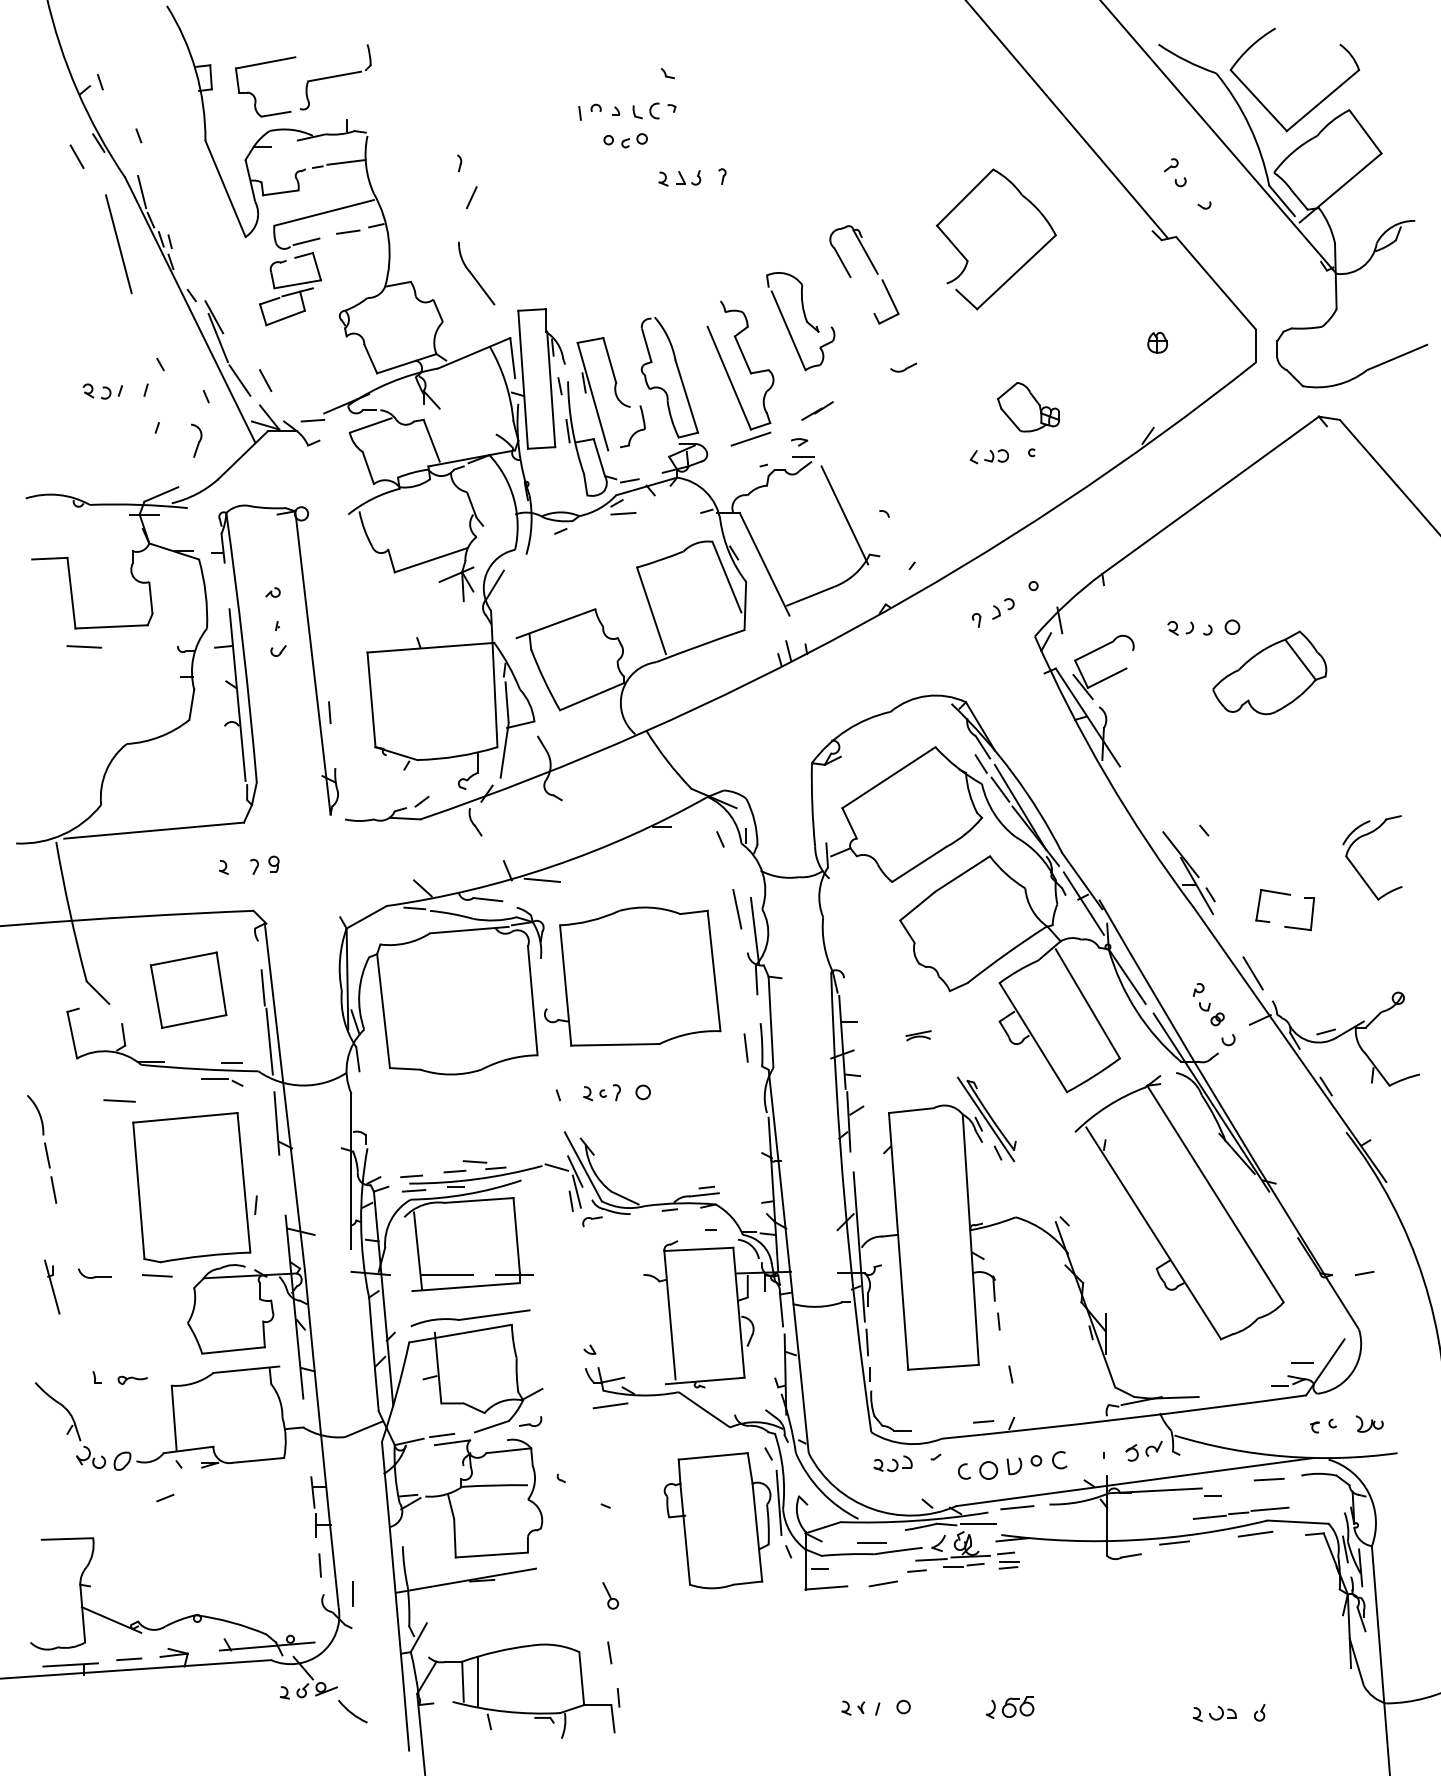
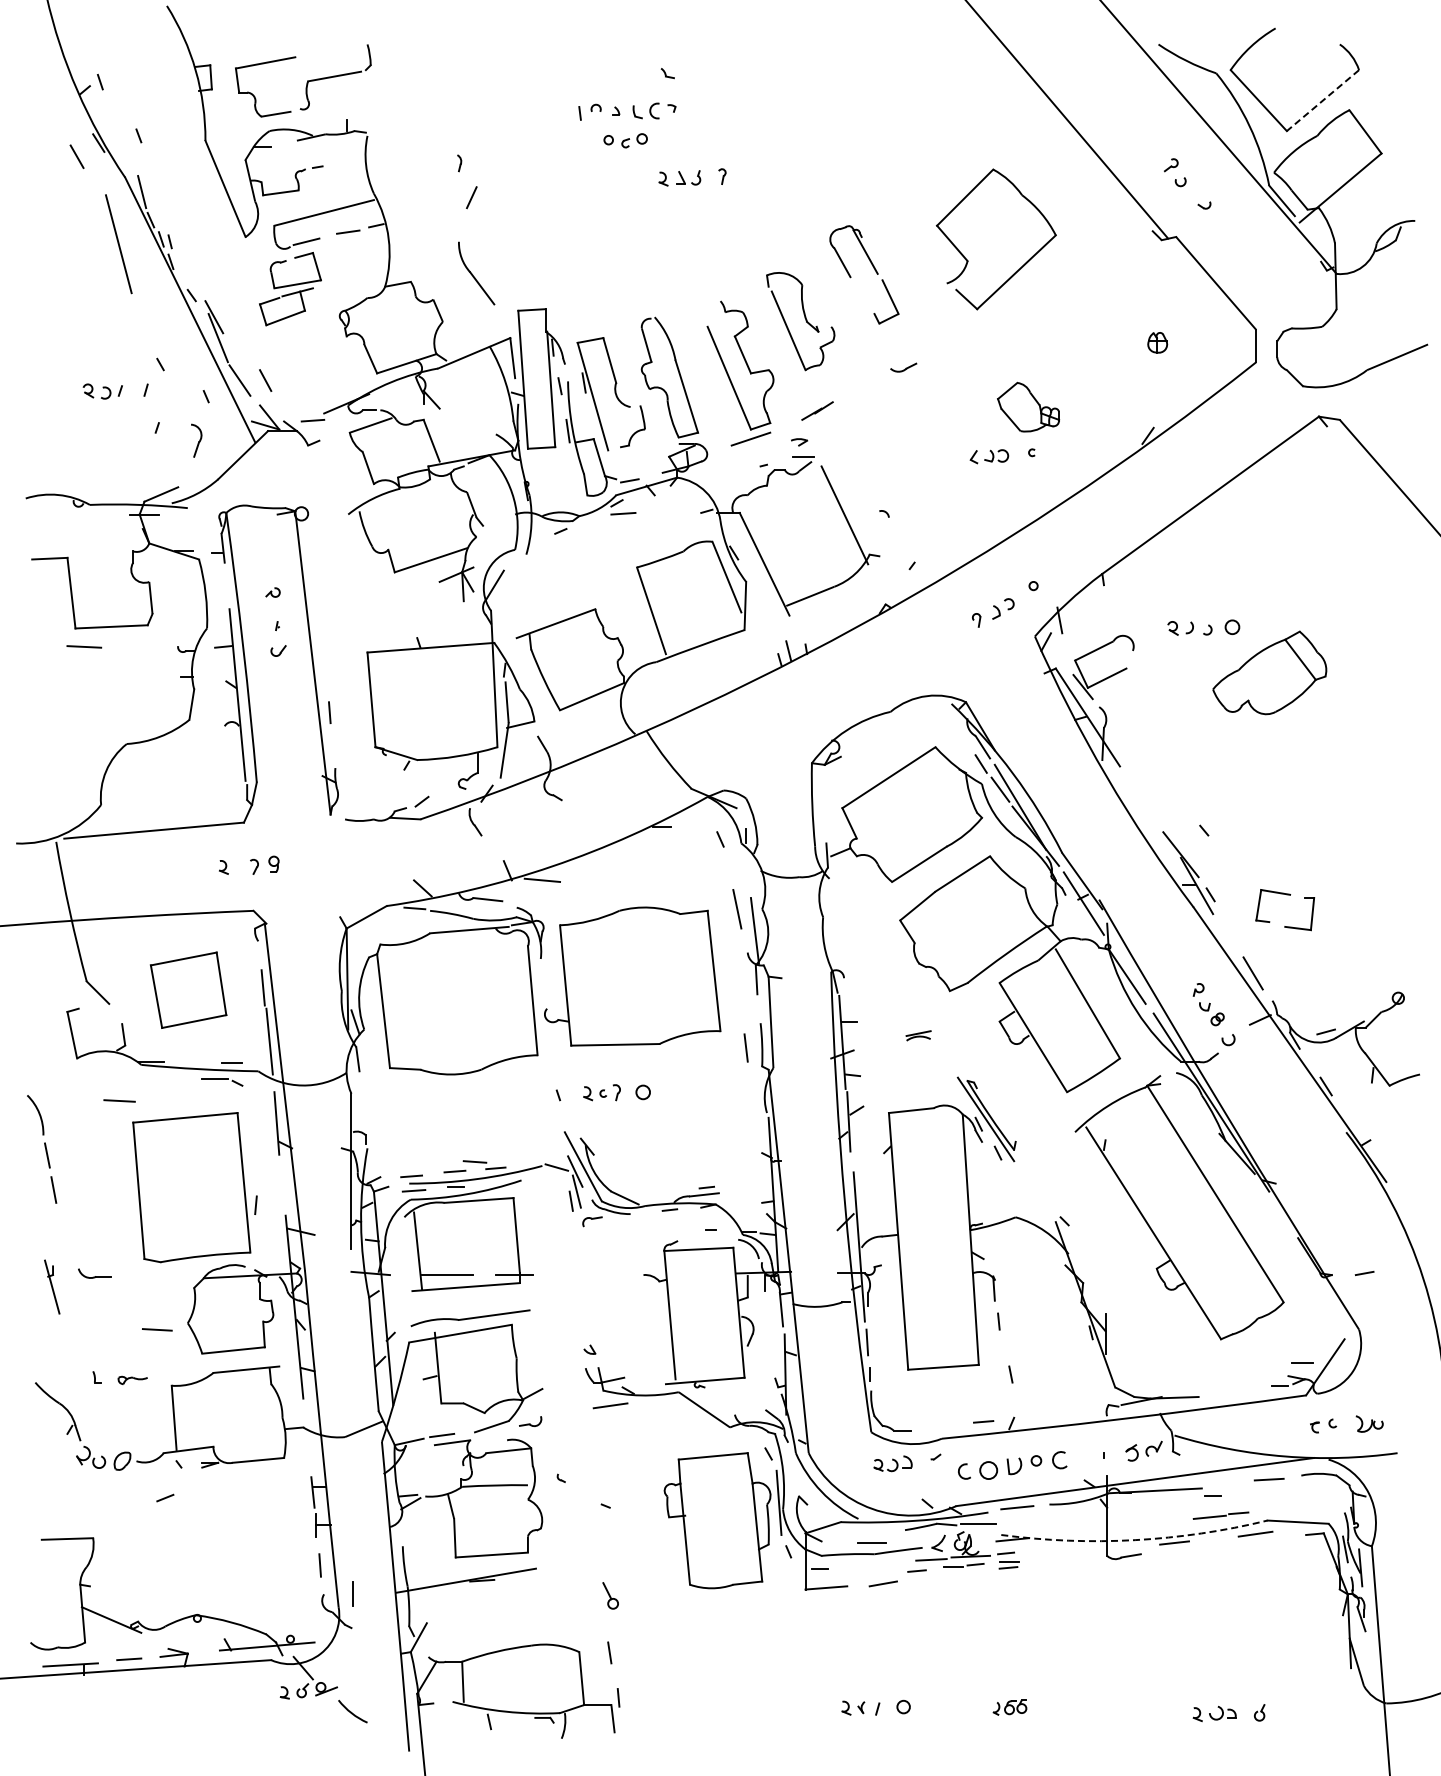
line at (1322, 100): solid -> dashed
line at (346, 161): present -> none
part at (1357, 869): present -> none
line at (157, 1275) position: (157, 1275) -> (157, 1329)
line at (1269, 1508): present -> none
arc at (1135, 1540): solid -> dashed
line at (478, 1681): present -> none
part at (1009, 1707) size: 50x23 px -> 36x17 px
